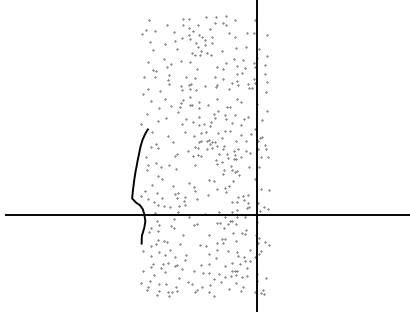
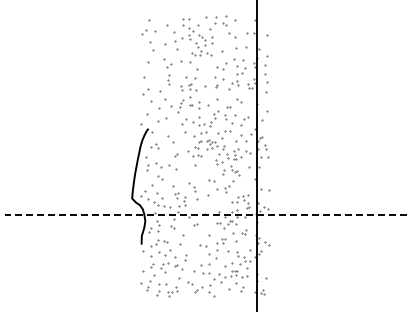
part at (154, 73): present -> none
line at (206, 214): solid -> dashed
